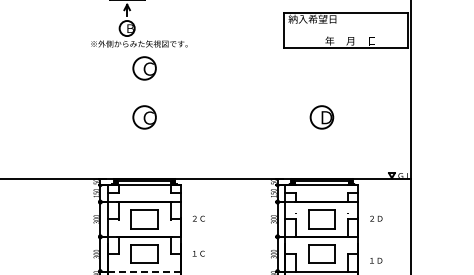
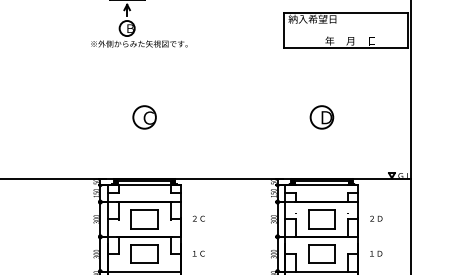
part at (144, 68): present -> none
text at (376, 260) position: (376, 260) -> (376, 253)
line at (144, 271): dashed -> solid
